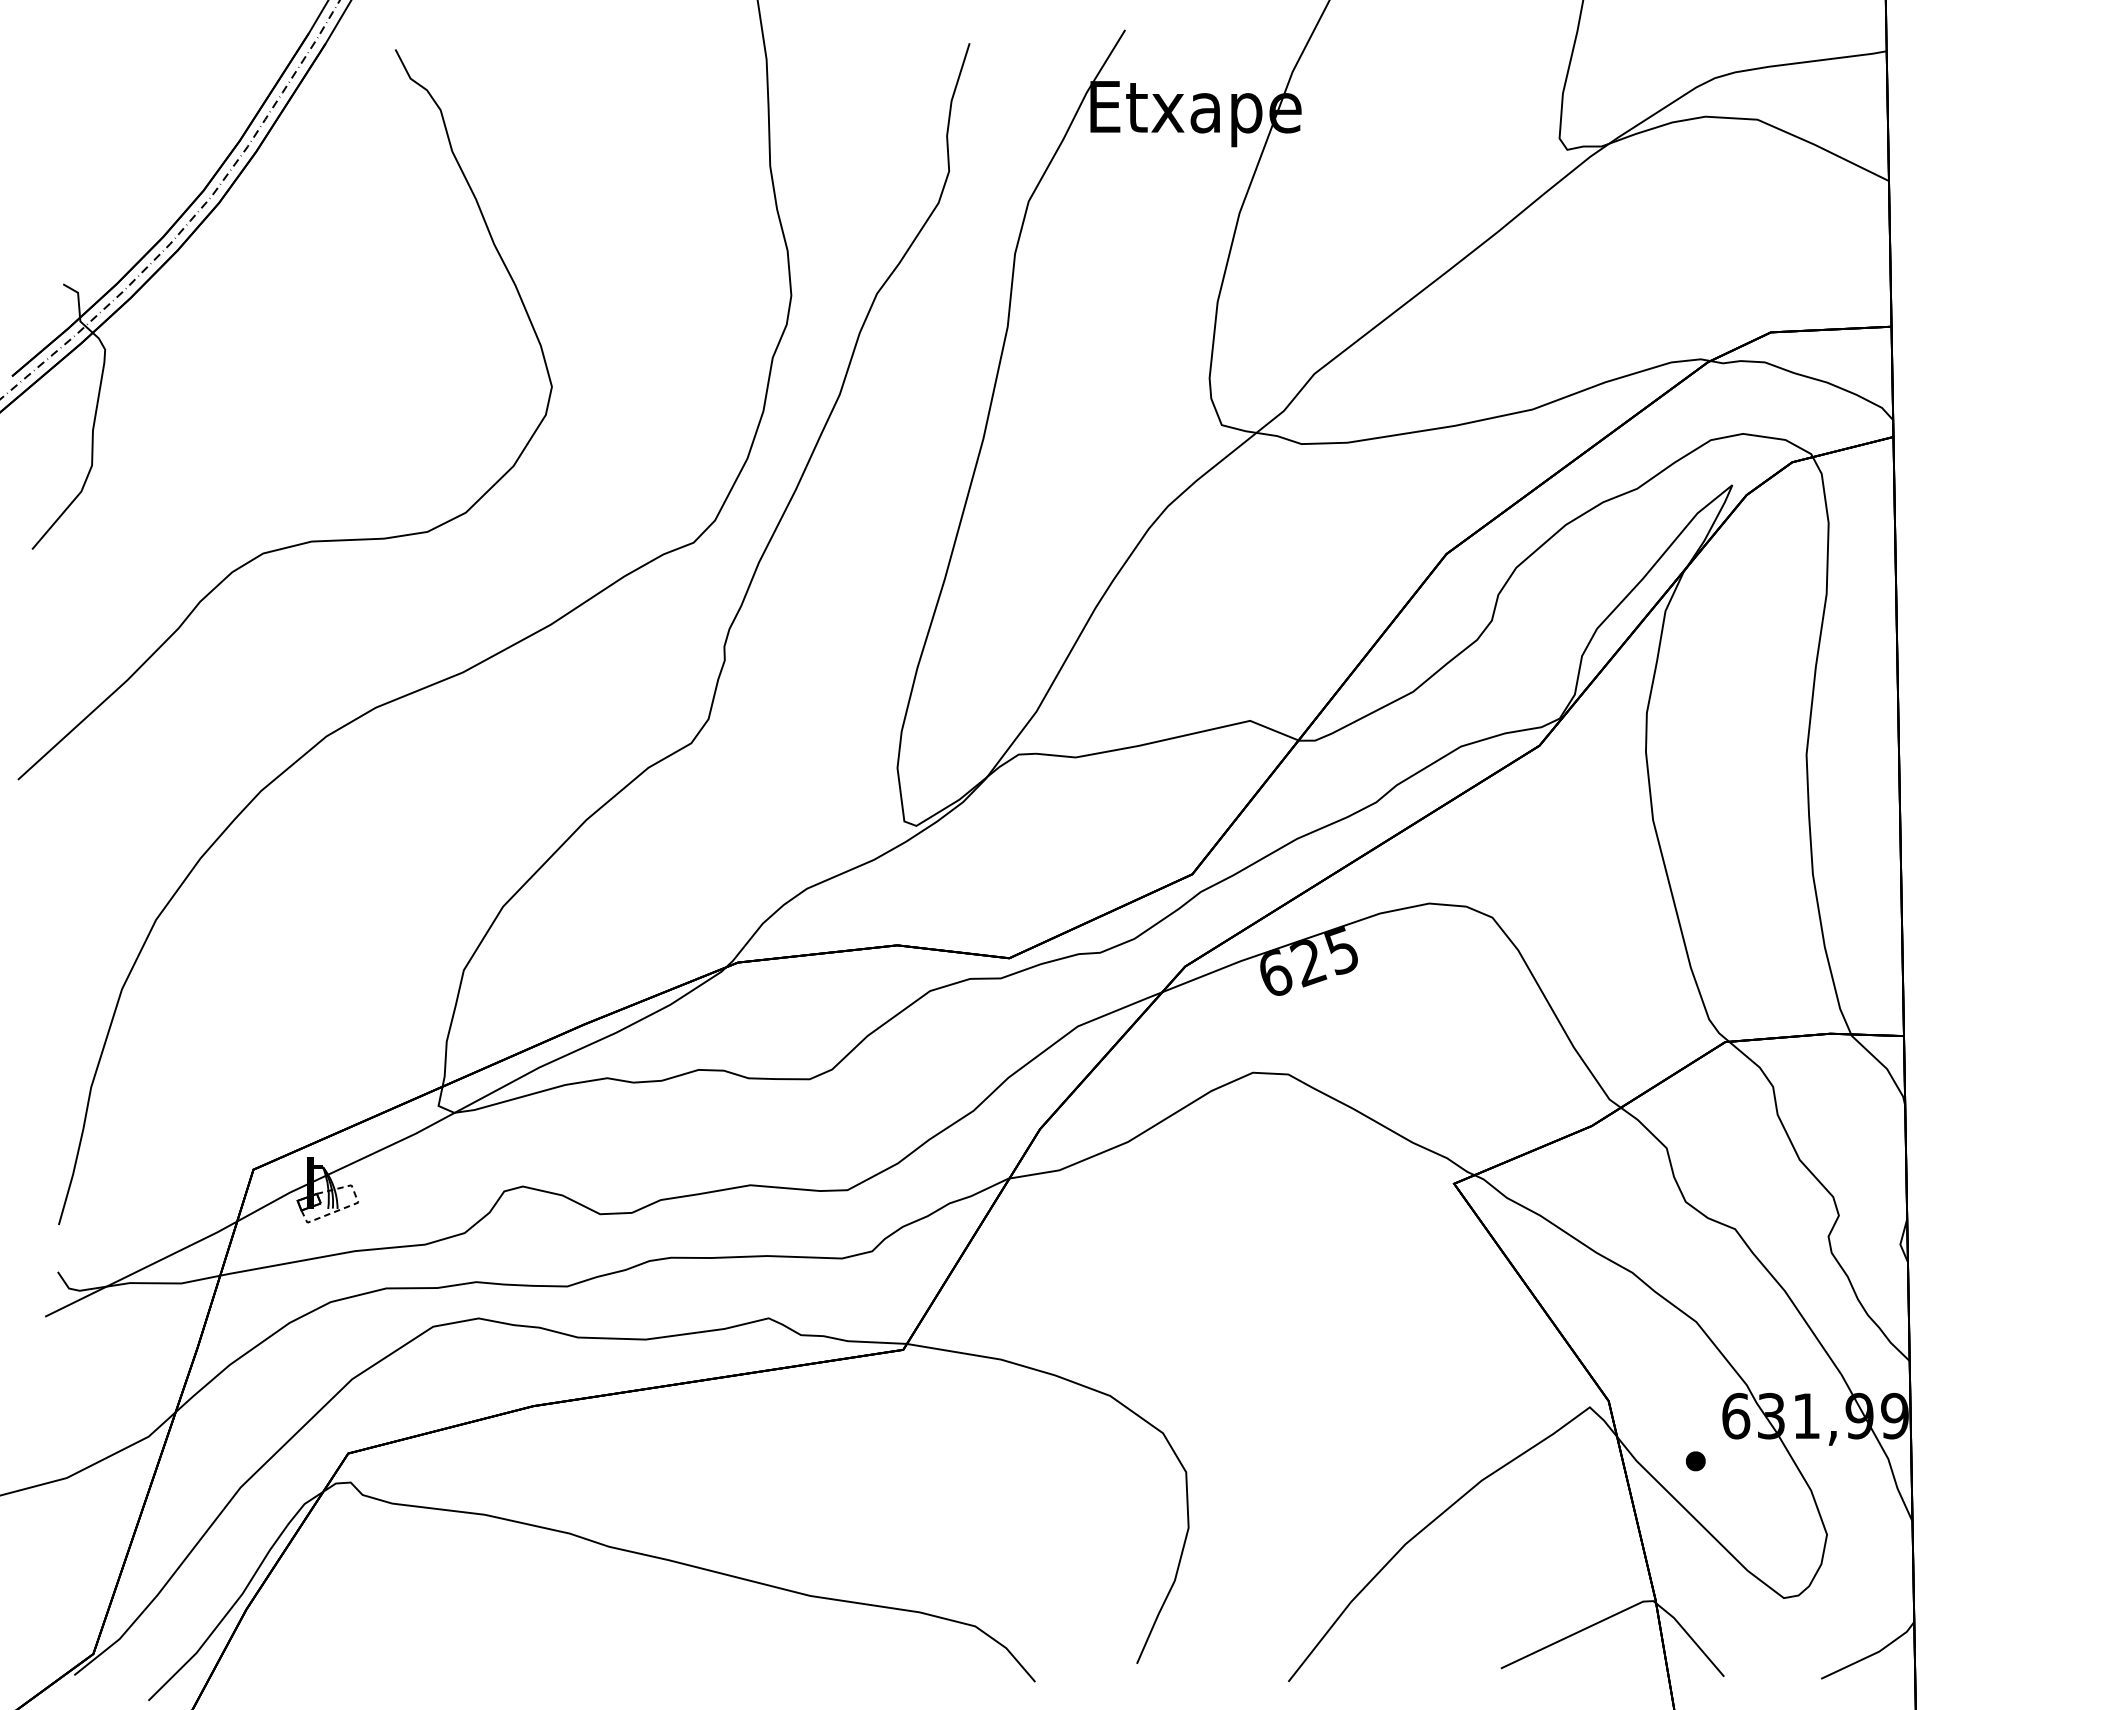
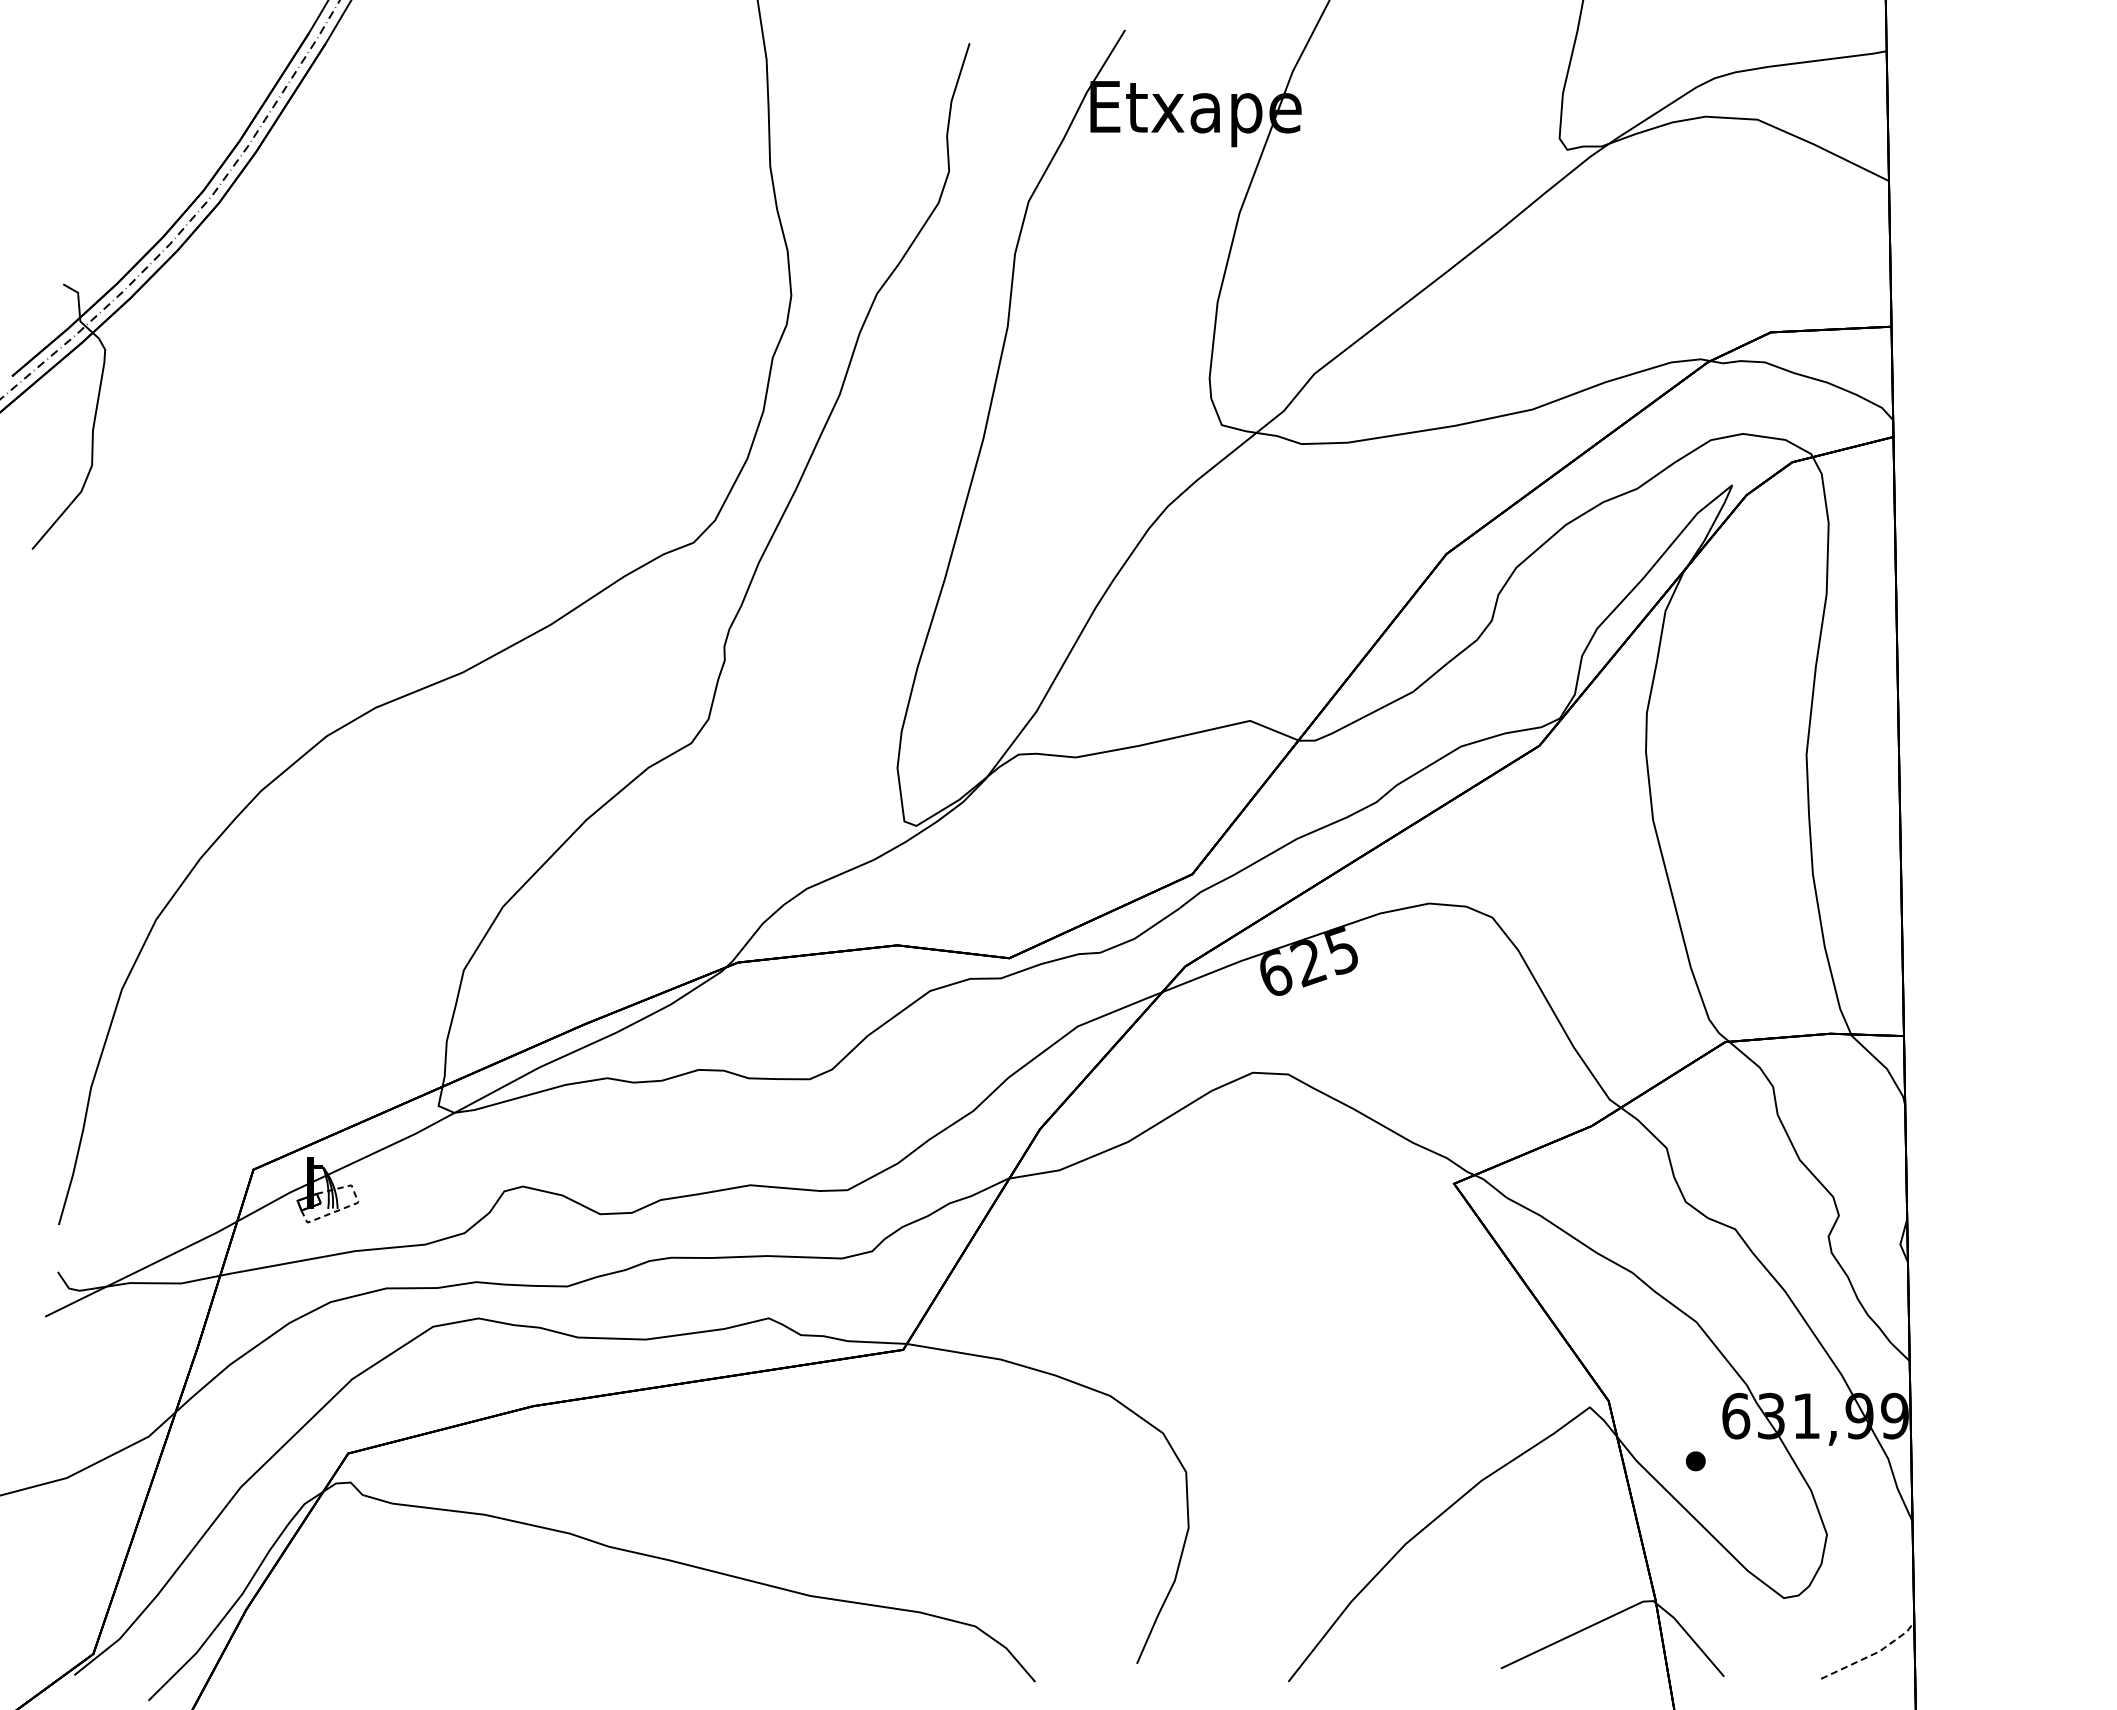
curve at (311, 540): present -> none
line at (1872, 1654): solid -> dashed
